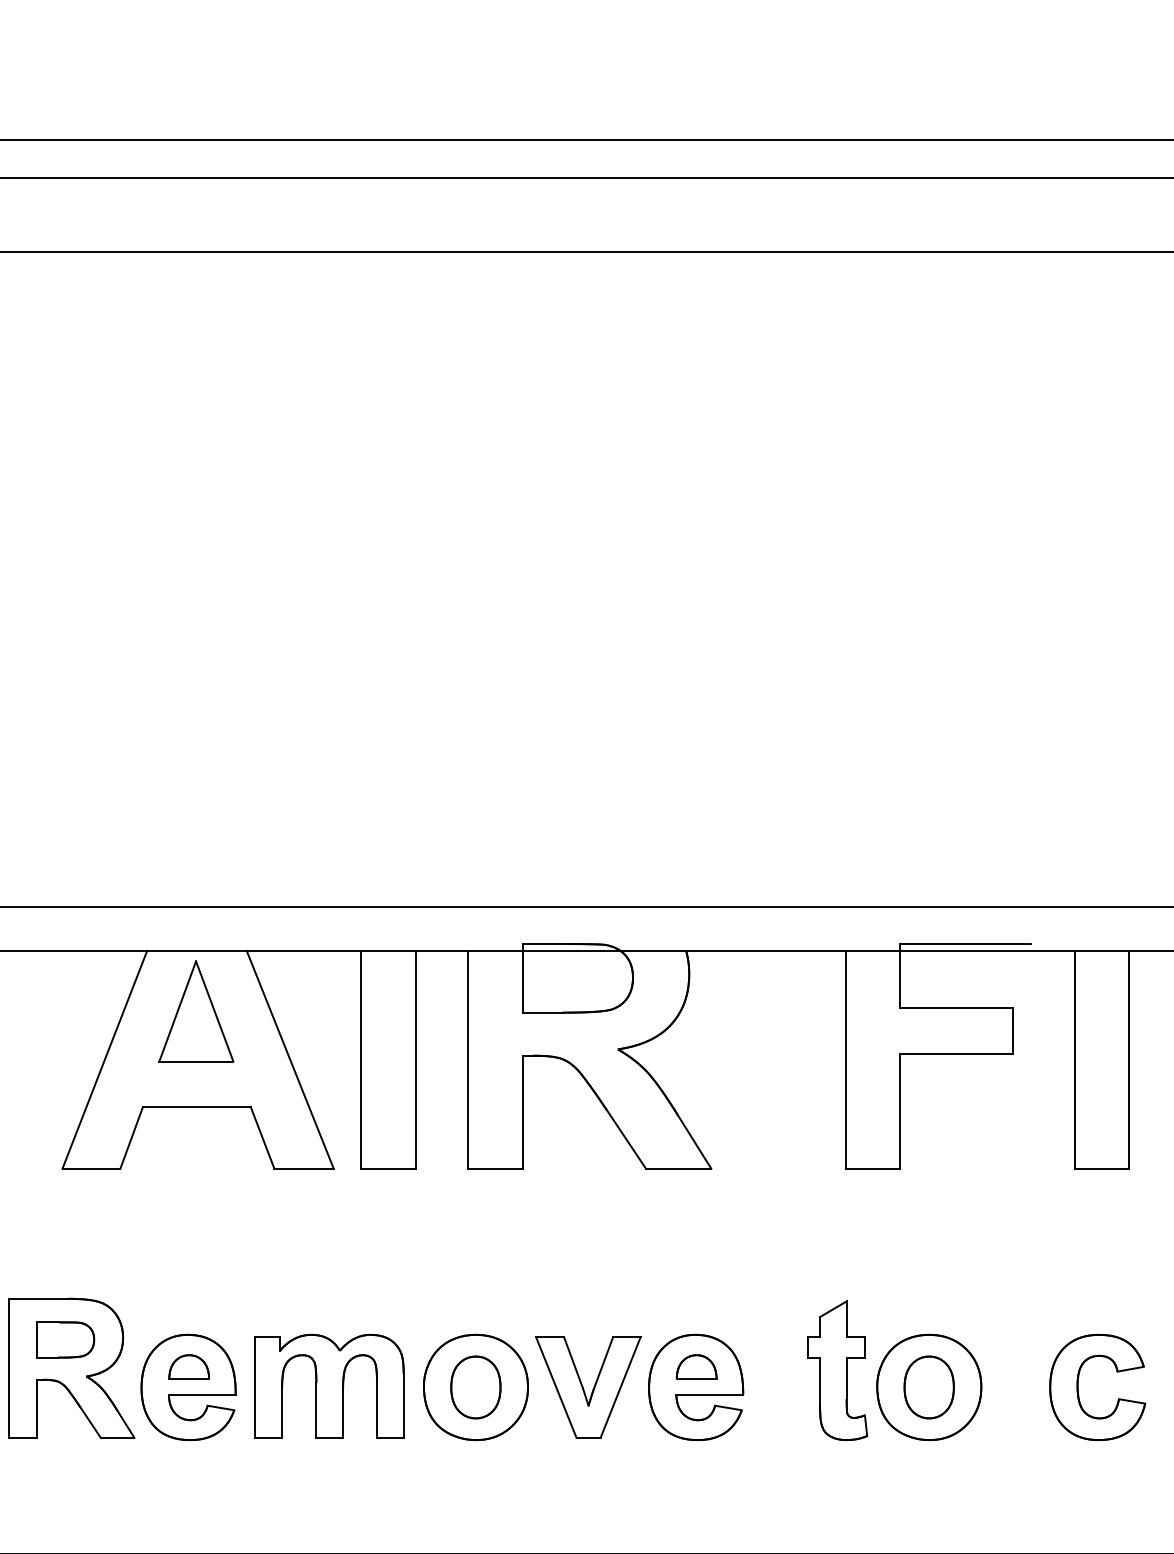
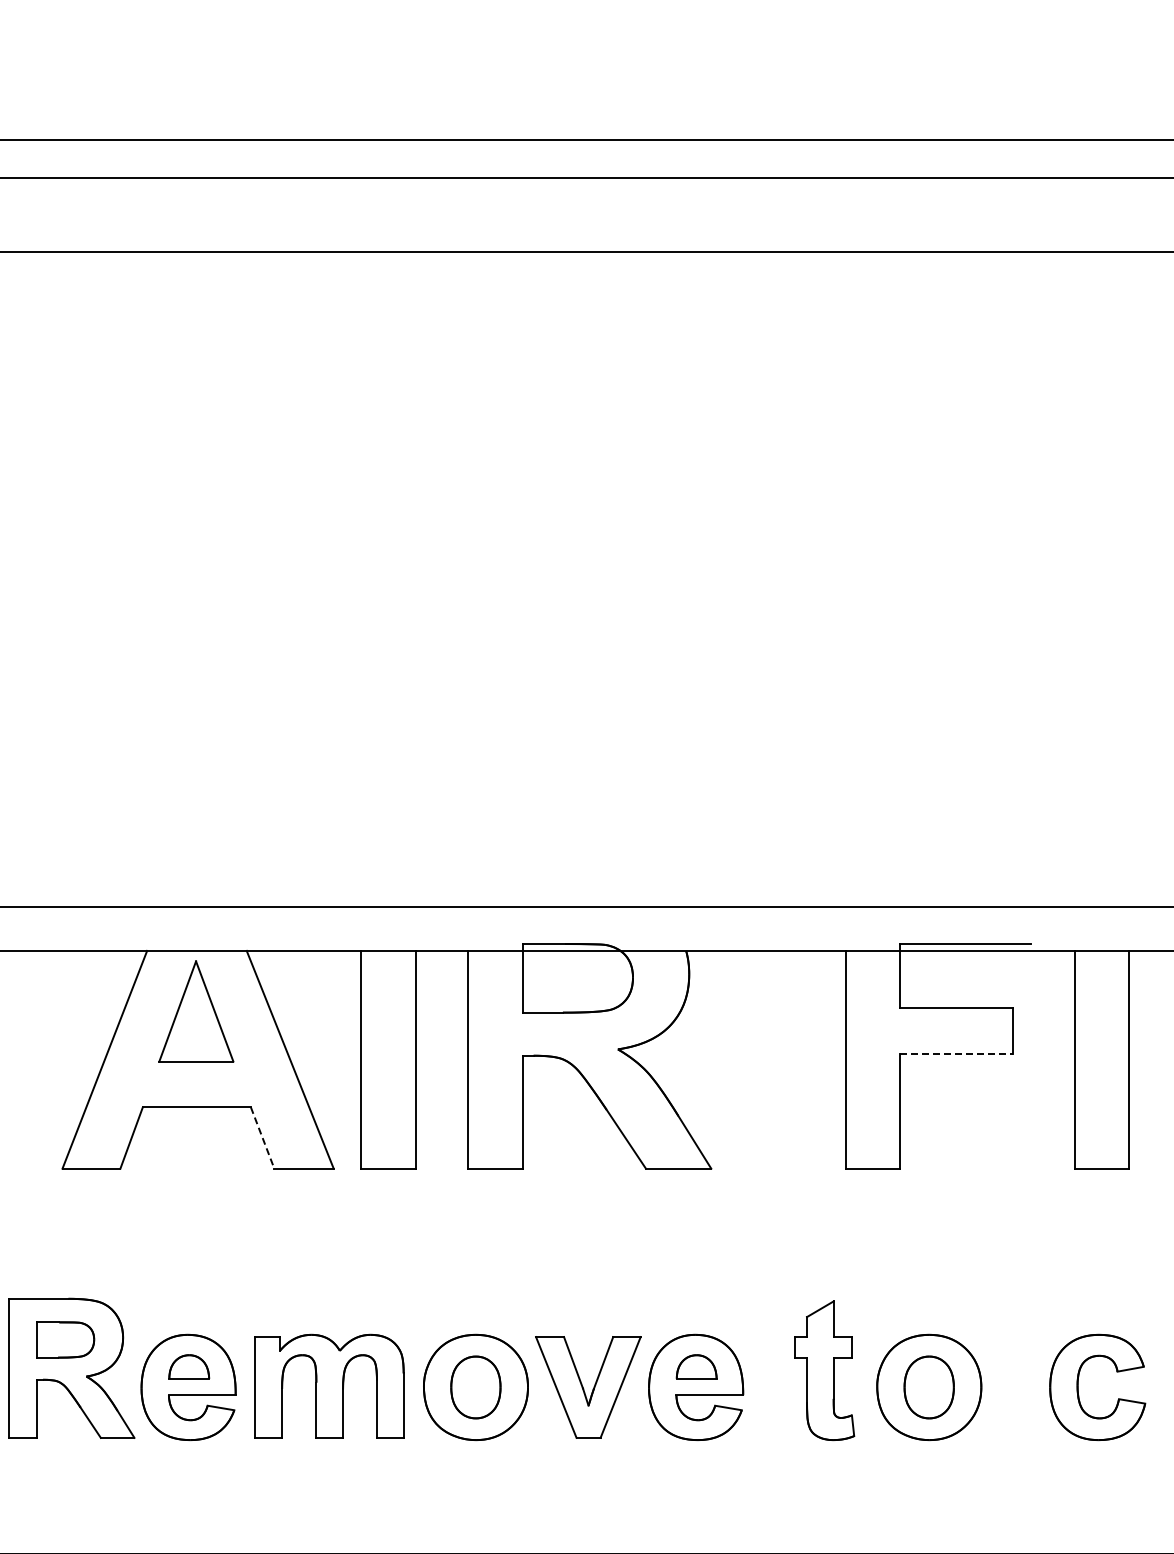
line at (956, 1053): solid -> dashed
line at (262, 1137): solid -> dashed
part at (837, 1370) position: (837, 1370) -> (824, 1370)
